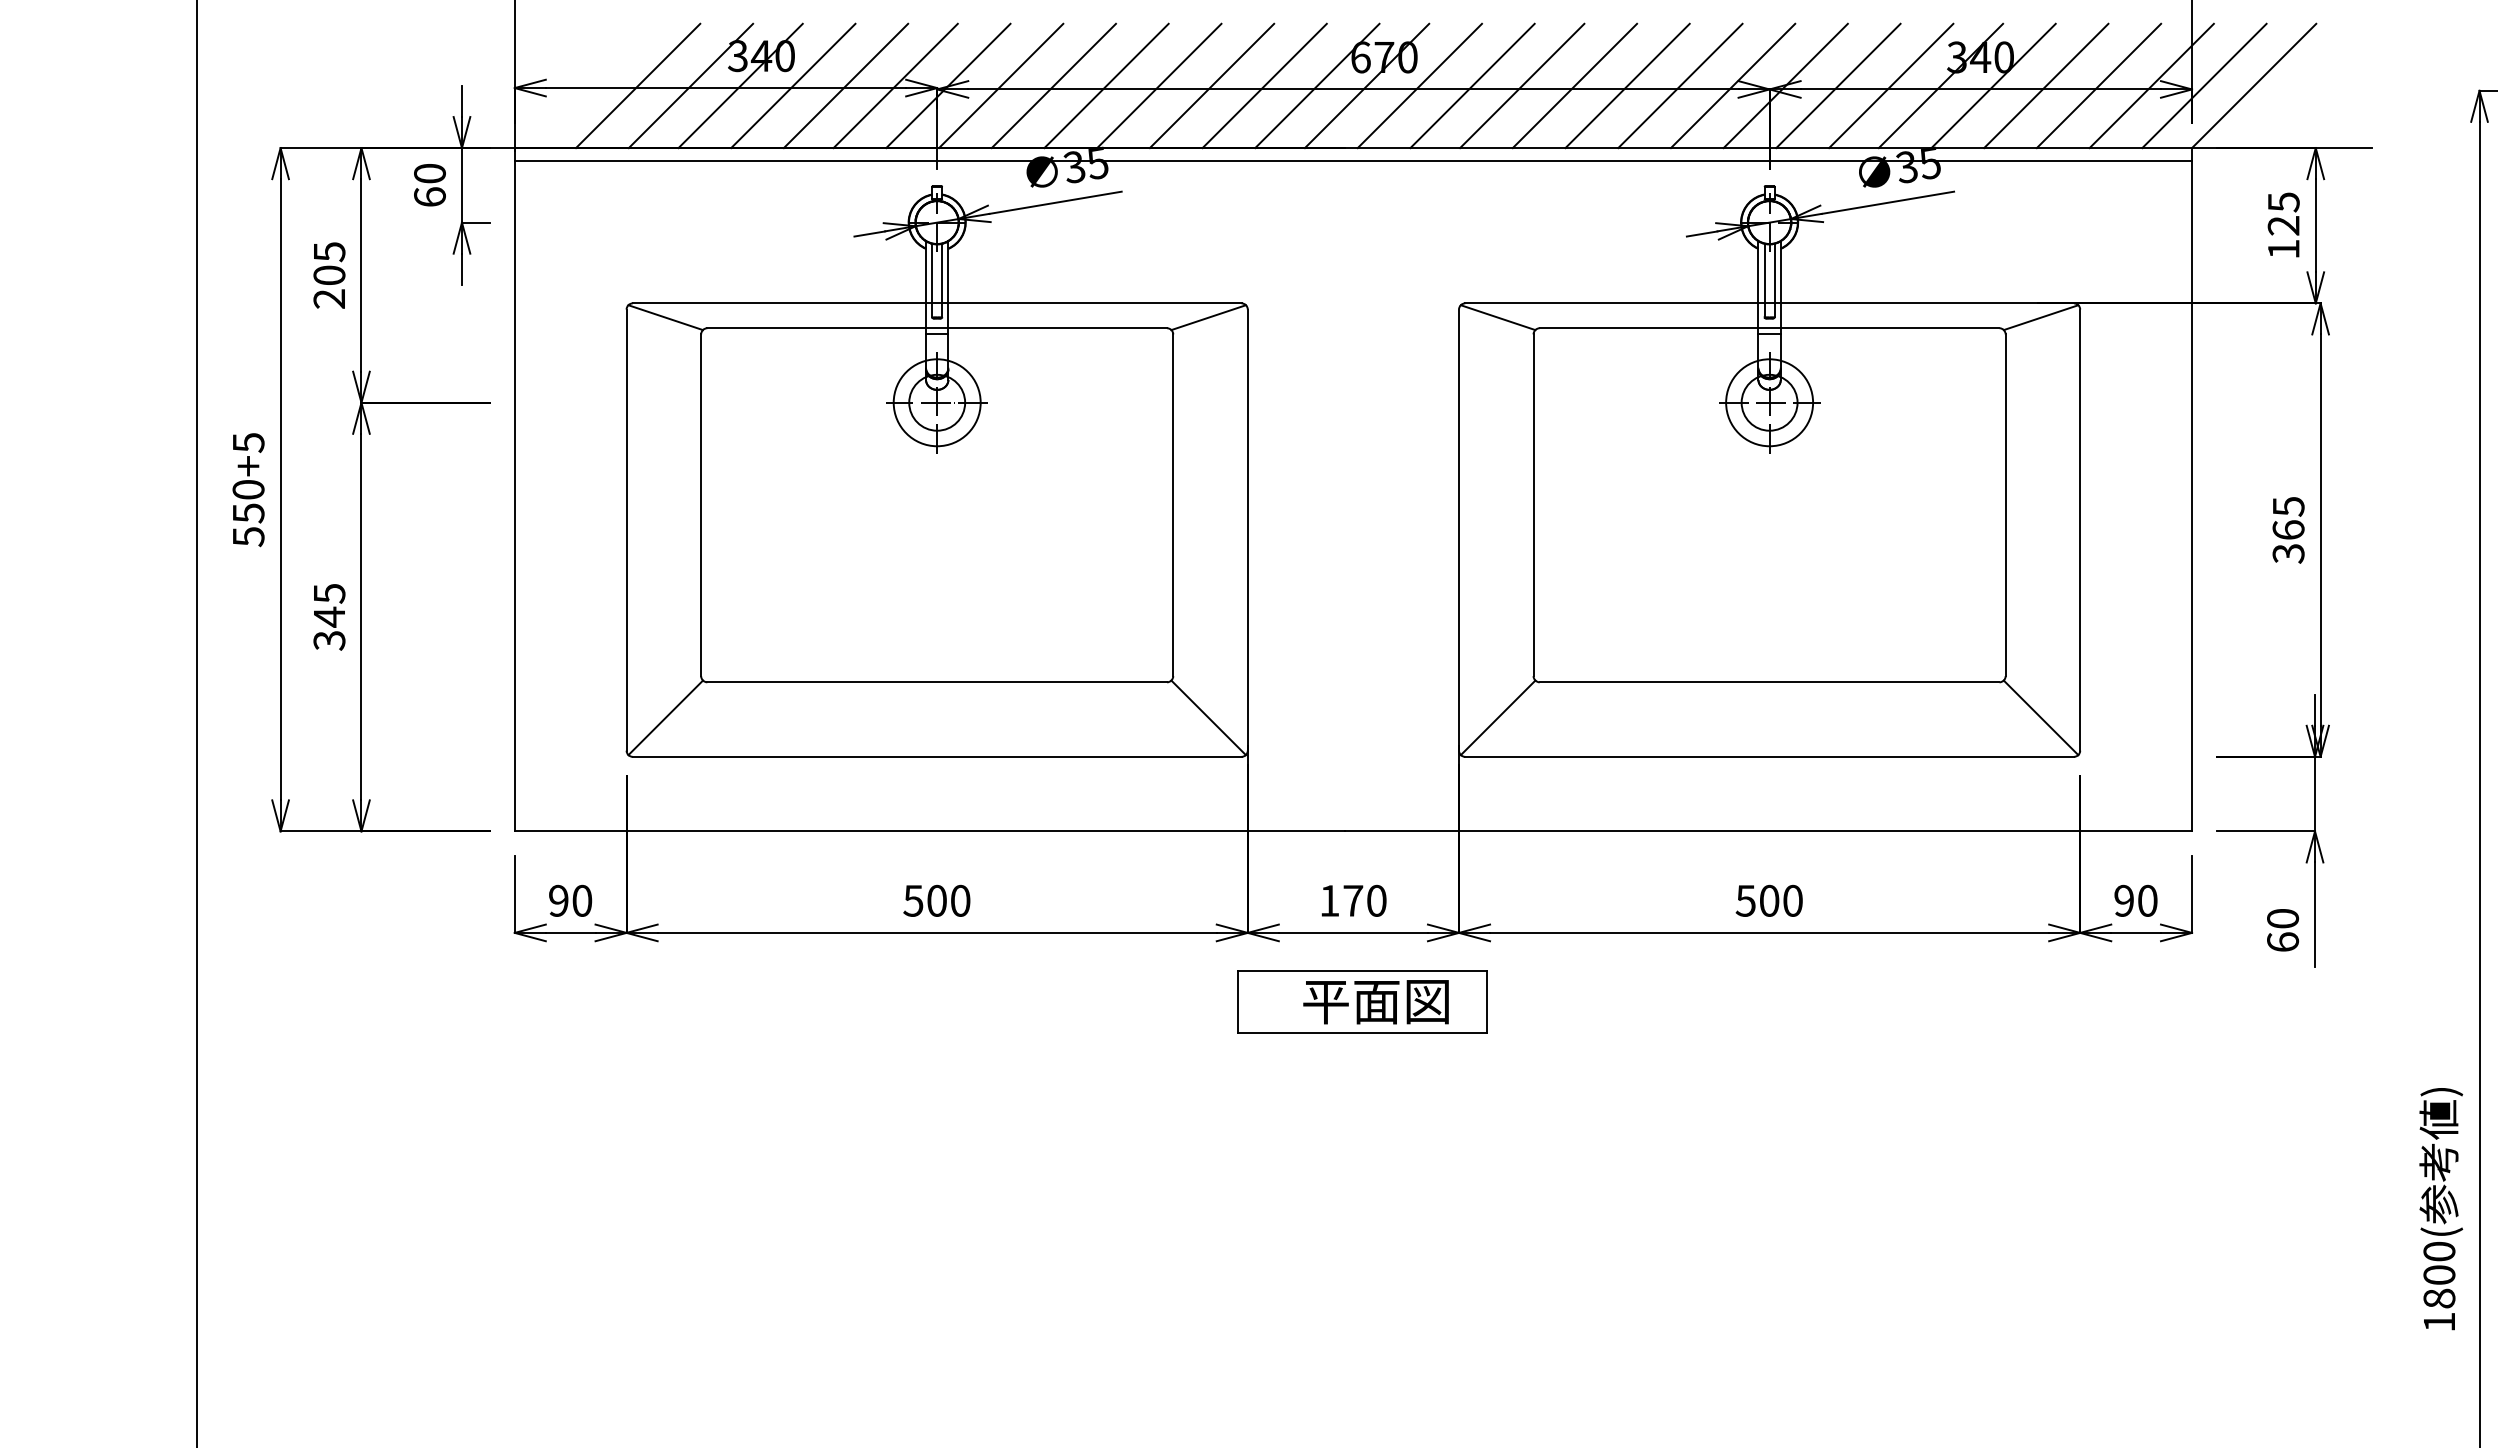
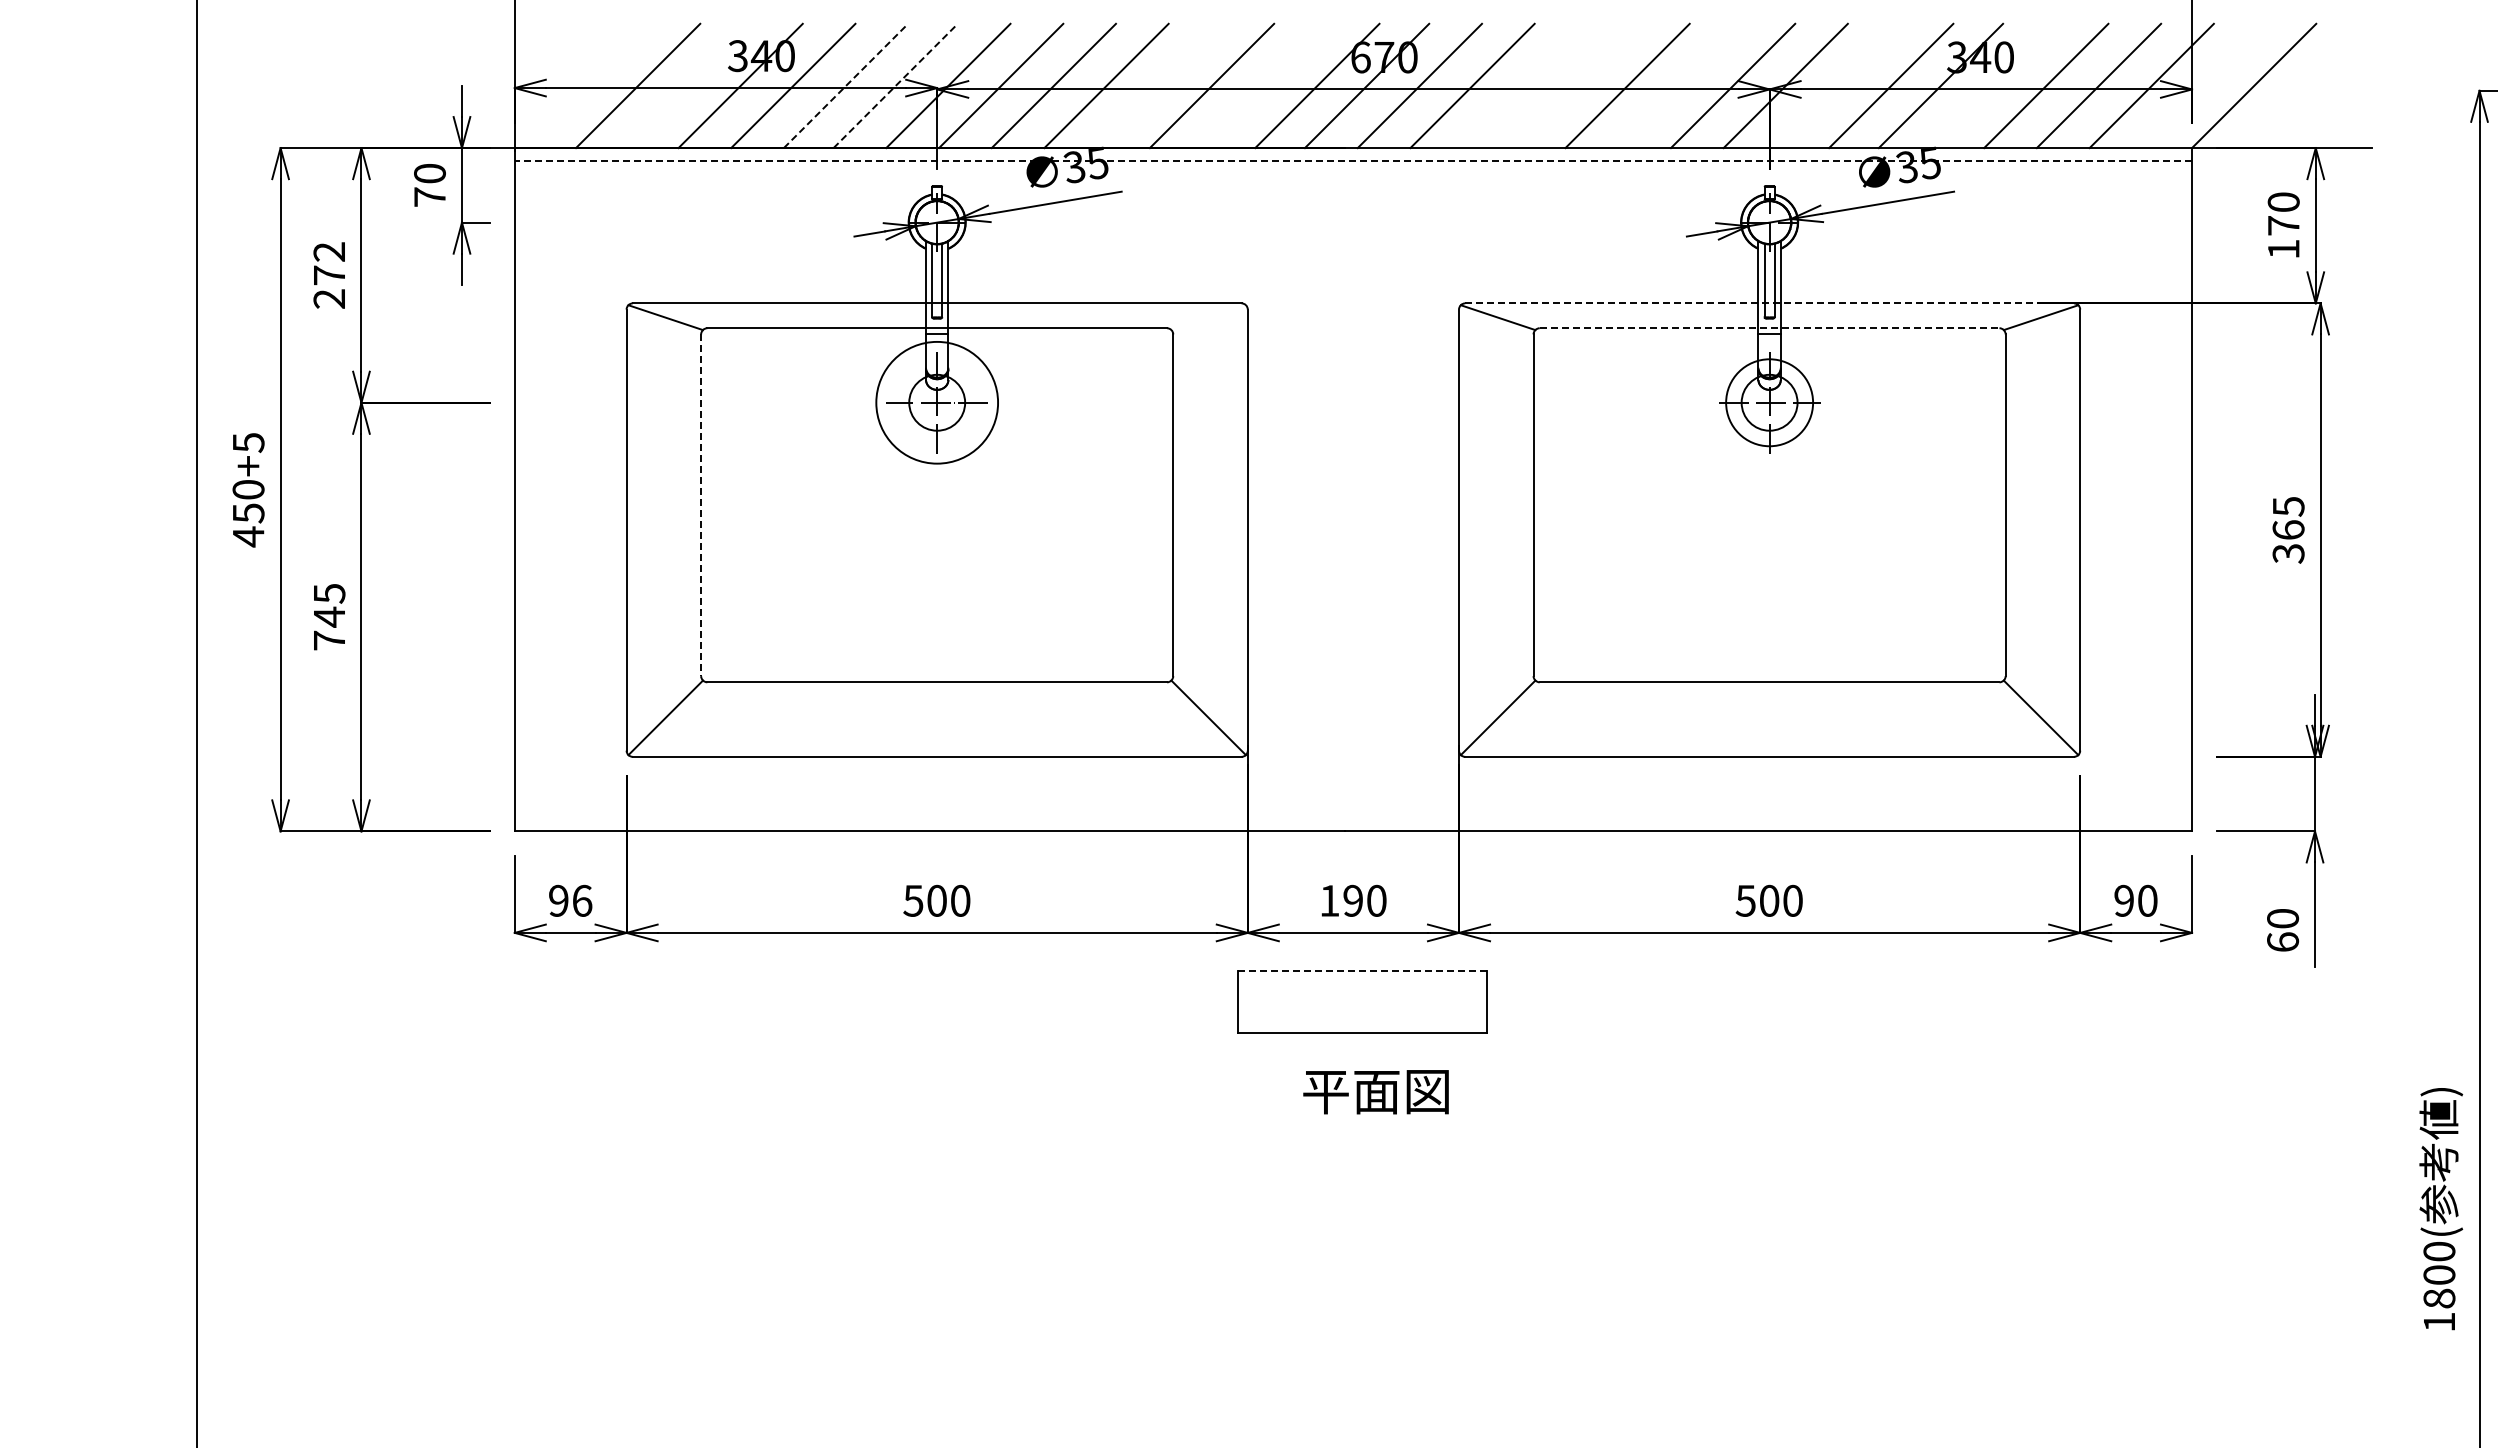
line at (690, 85): present -> none
line at (846, 85): solid -> dashed
line at (895, 85): solid -> dashed
line at (1159, 85): present -> none
line at (1264, 85): present -> none
line at (1522, 85): present -> none
line at (1574, 85): present -> none
line at (1680, 85): present -> none
line at (1838, 85): present -> none
line at (1993, 85): present -> none
line at (2204, 85): present -> none
line at (1353, 160): solid -> dashed
text at (429, 196): 60 -> 70
text at (2283, 213): 125 -> 170
text at (329, 263): 205 -> 272
line at (1770, 303): solid -> dashed
line at (1208, 317): present -> none
line at (1769, 328): solid -> dashed
circle at (936, 402) diameter: 87 px -> 122 px
line at (701, 505): solid -> dashed
text at (248, 536): 550+5 -> 450+5
text at (329, 640): 345 -> 745
text at (582, 900): 90 -> 96
text at (1353, 900): 170 -> 190
line at (1362, 970): solid -> dashed
text at (1375, 1002) position: (1375, 1002) -> (1375, 1092)
